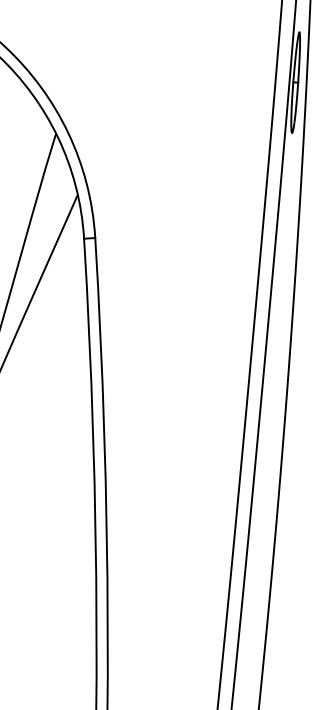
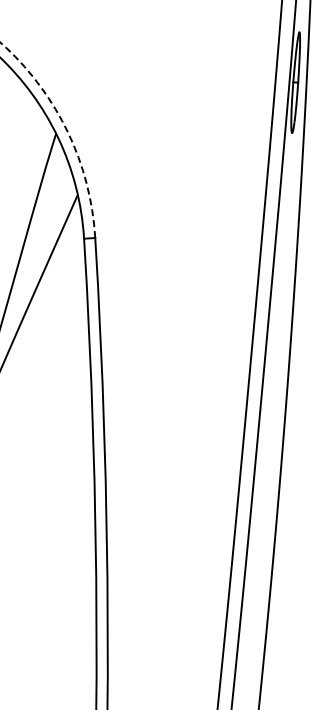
arc at (66, 129): solid -> dashed
